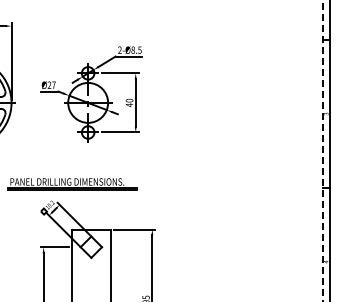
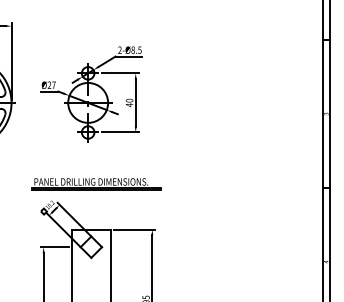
line at (322, 150): dashed -> solid
part at (72, 184) position: (72, 184) -> (96, 184)
